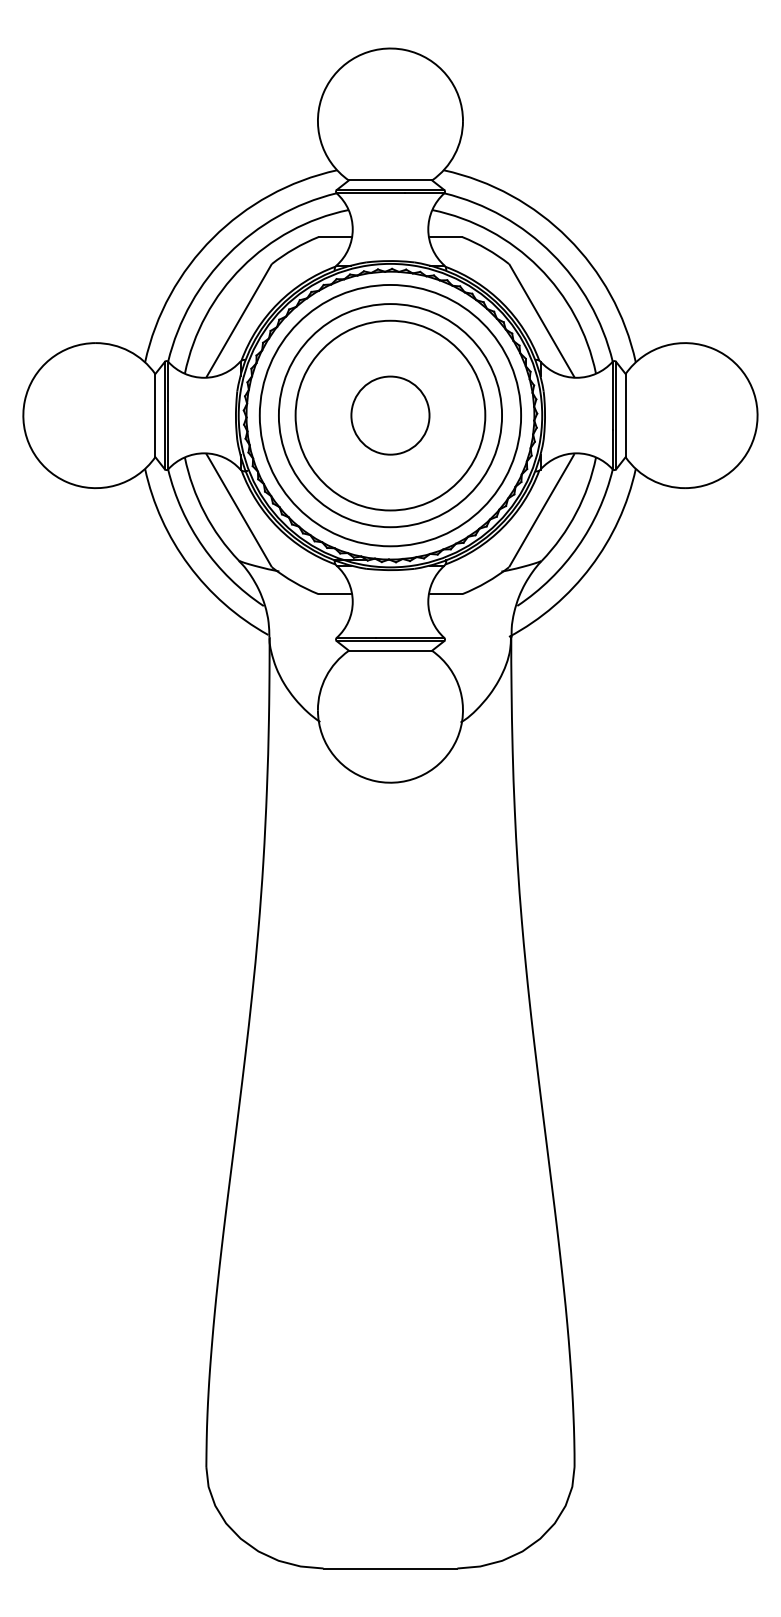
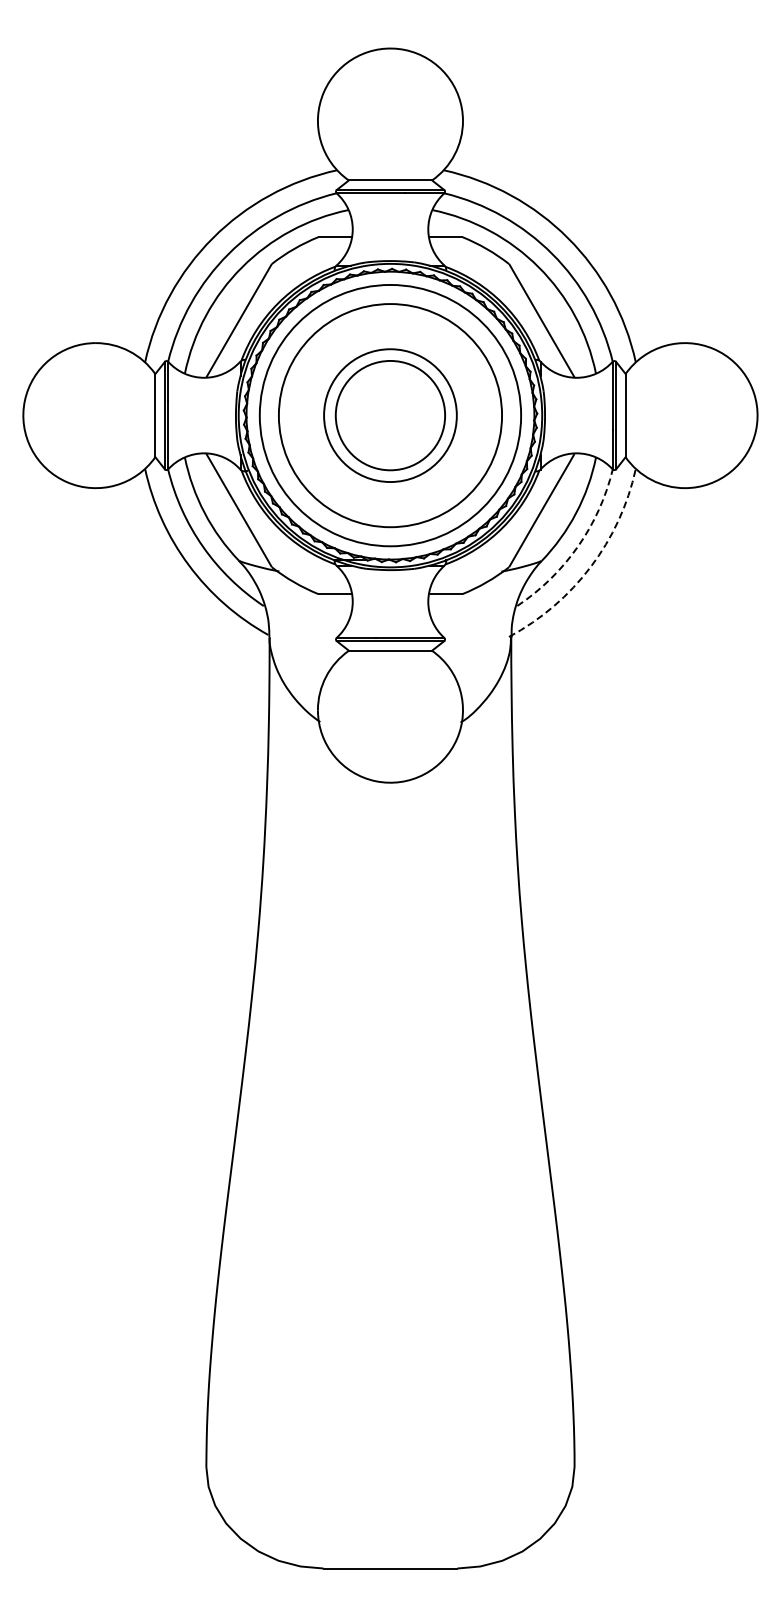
circle at (390, 415) diameter: 190 px -> 133 px
circle at (390, 415) diameter: 78 px -> 109 px
arc at (577, 546): solid -> dashed
arc at (590, 566): solid -> dashed
